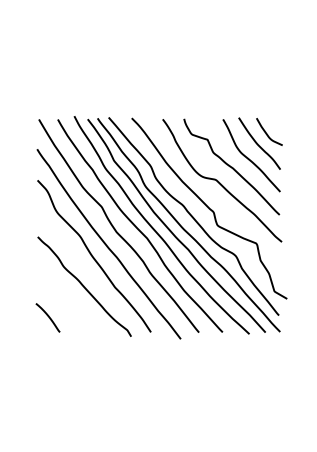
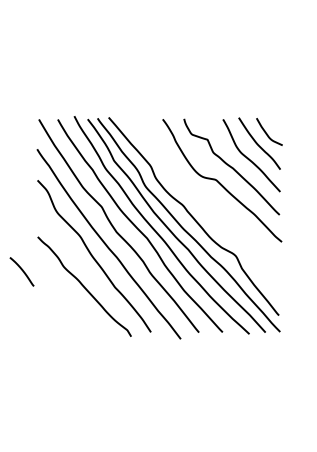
curve at (209, 208): present -> none
curve at (47, 316) position: (47, 316) -> (21, 270)
